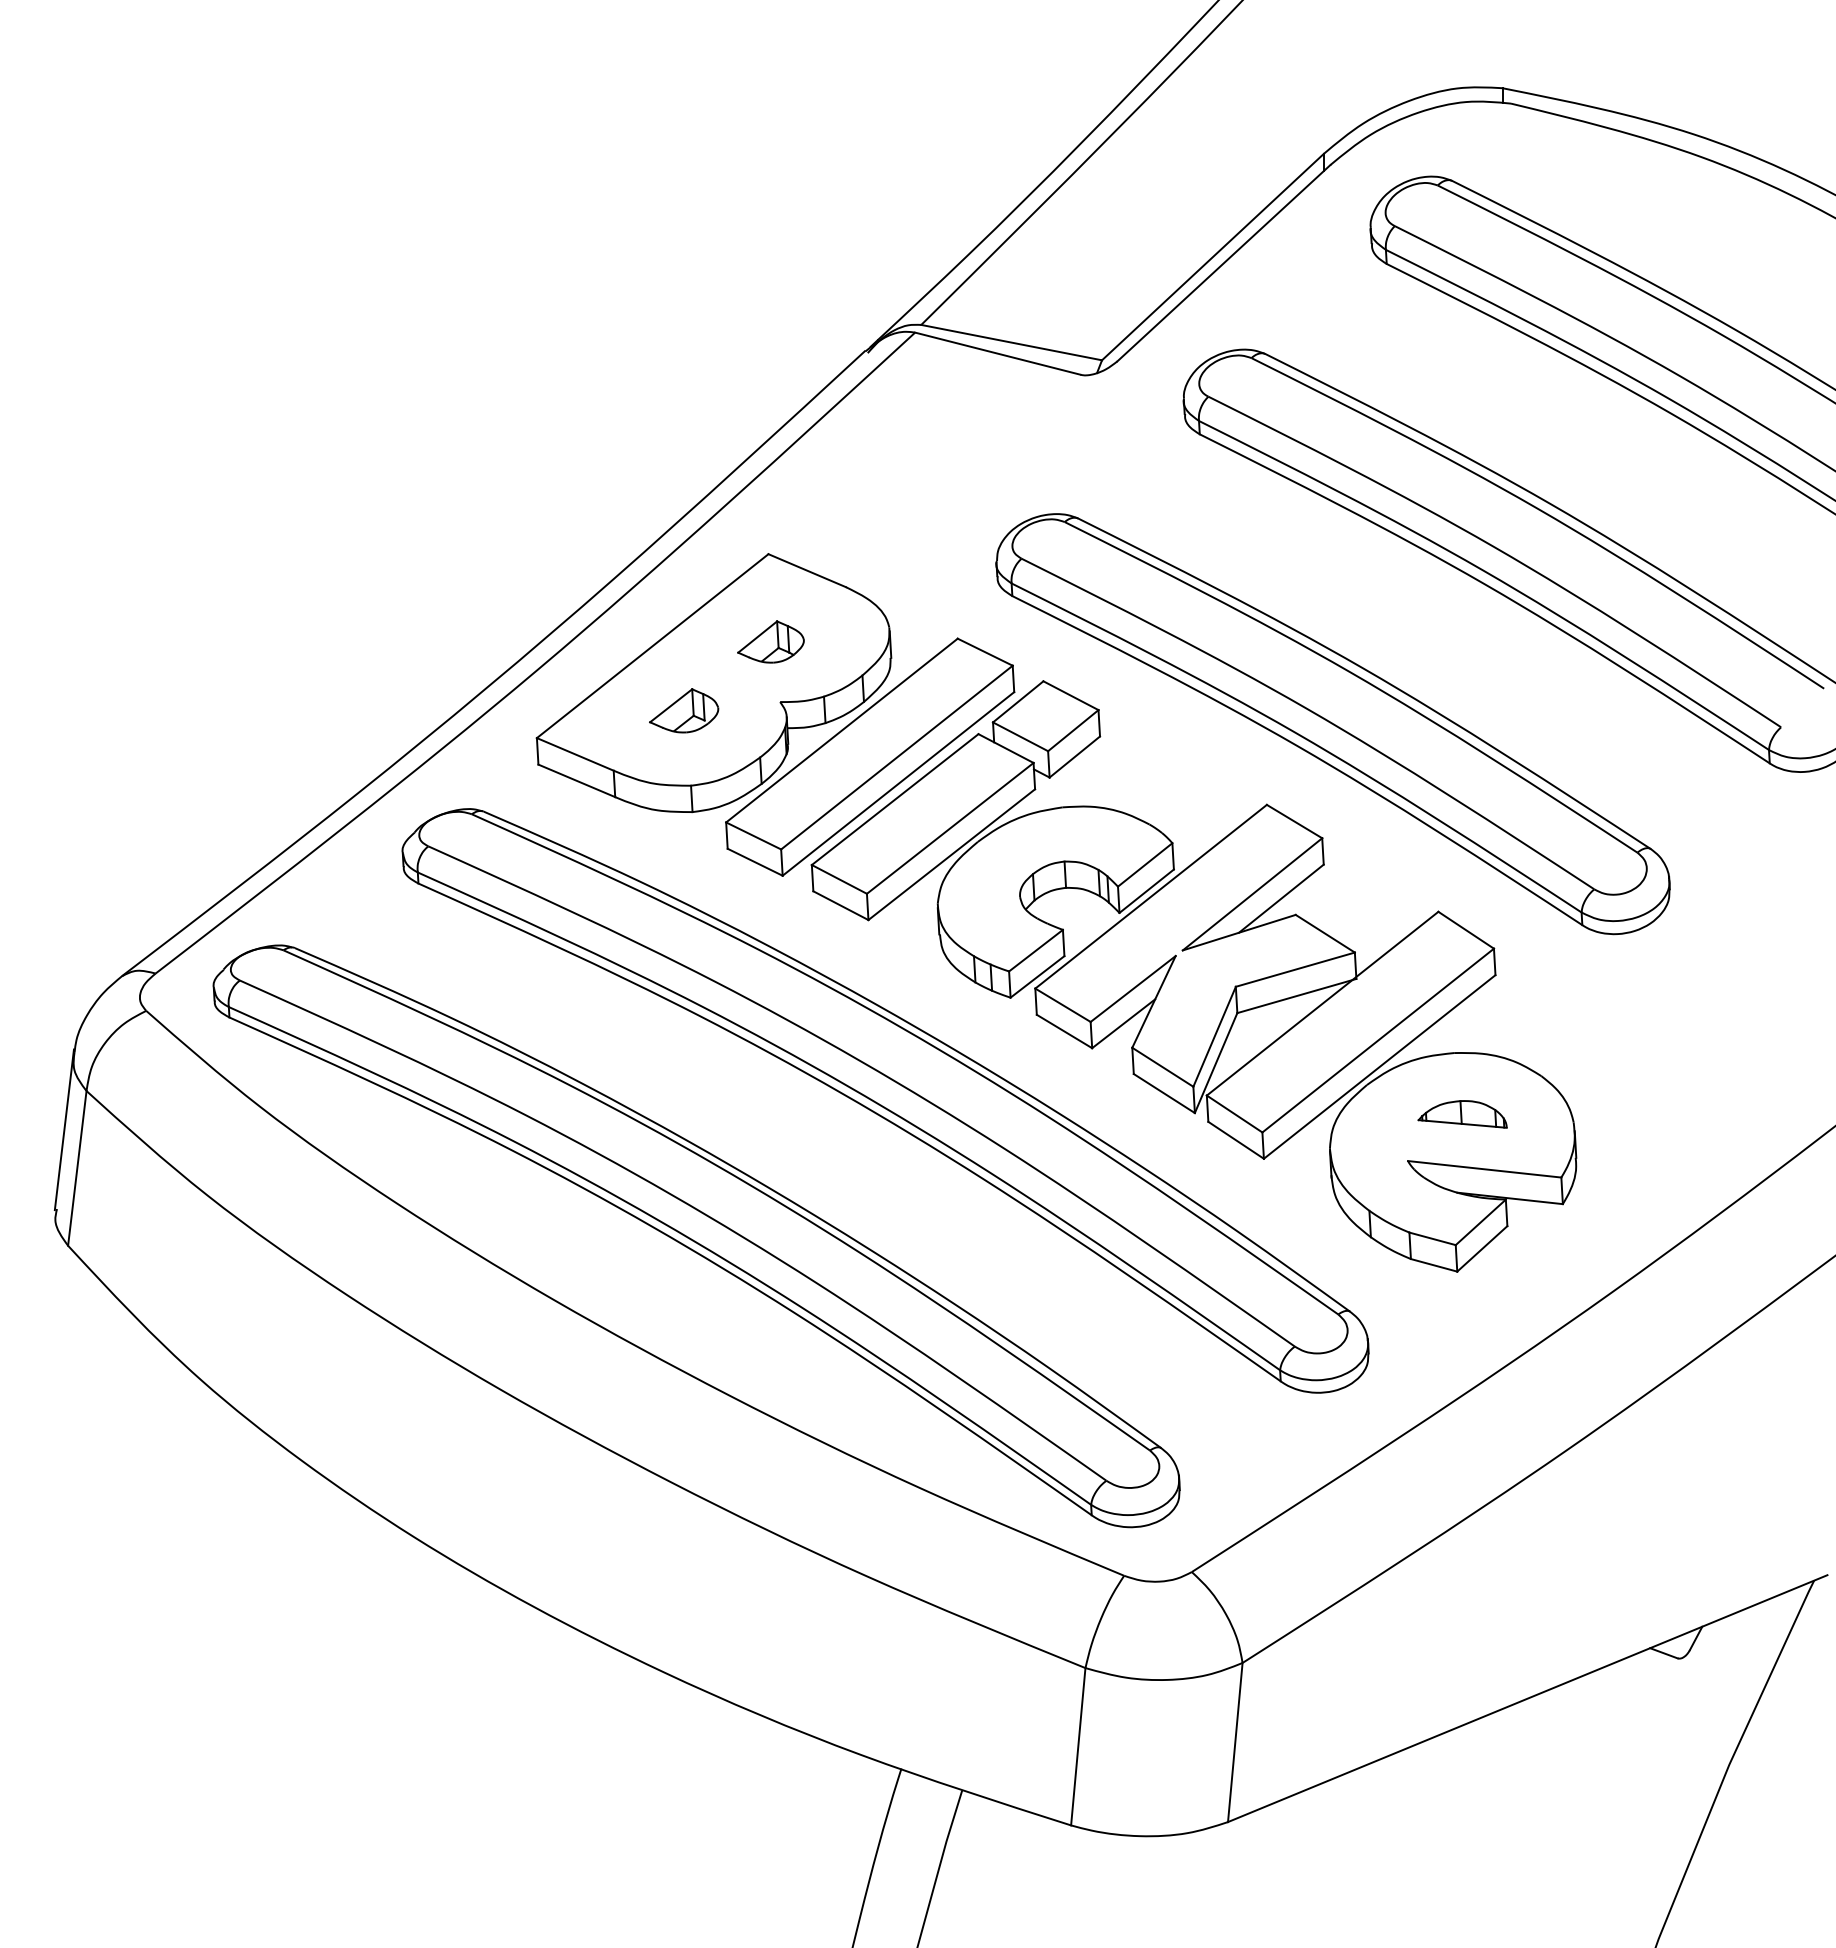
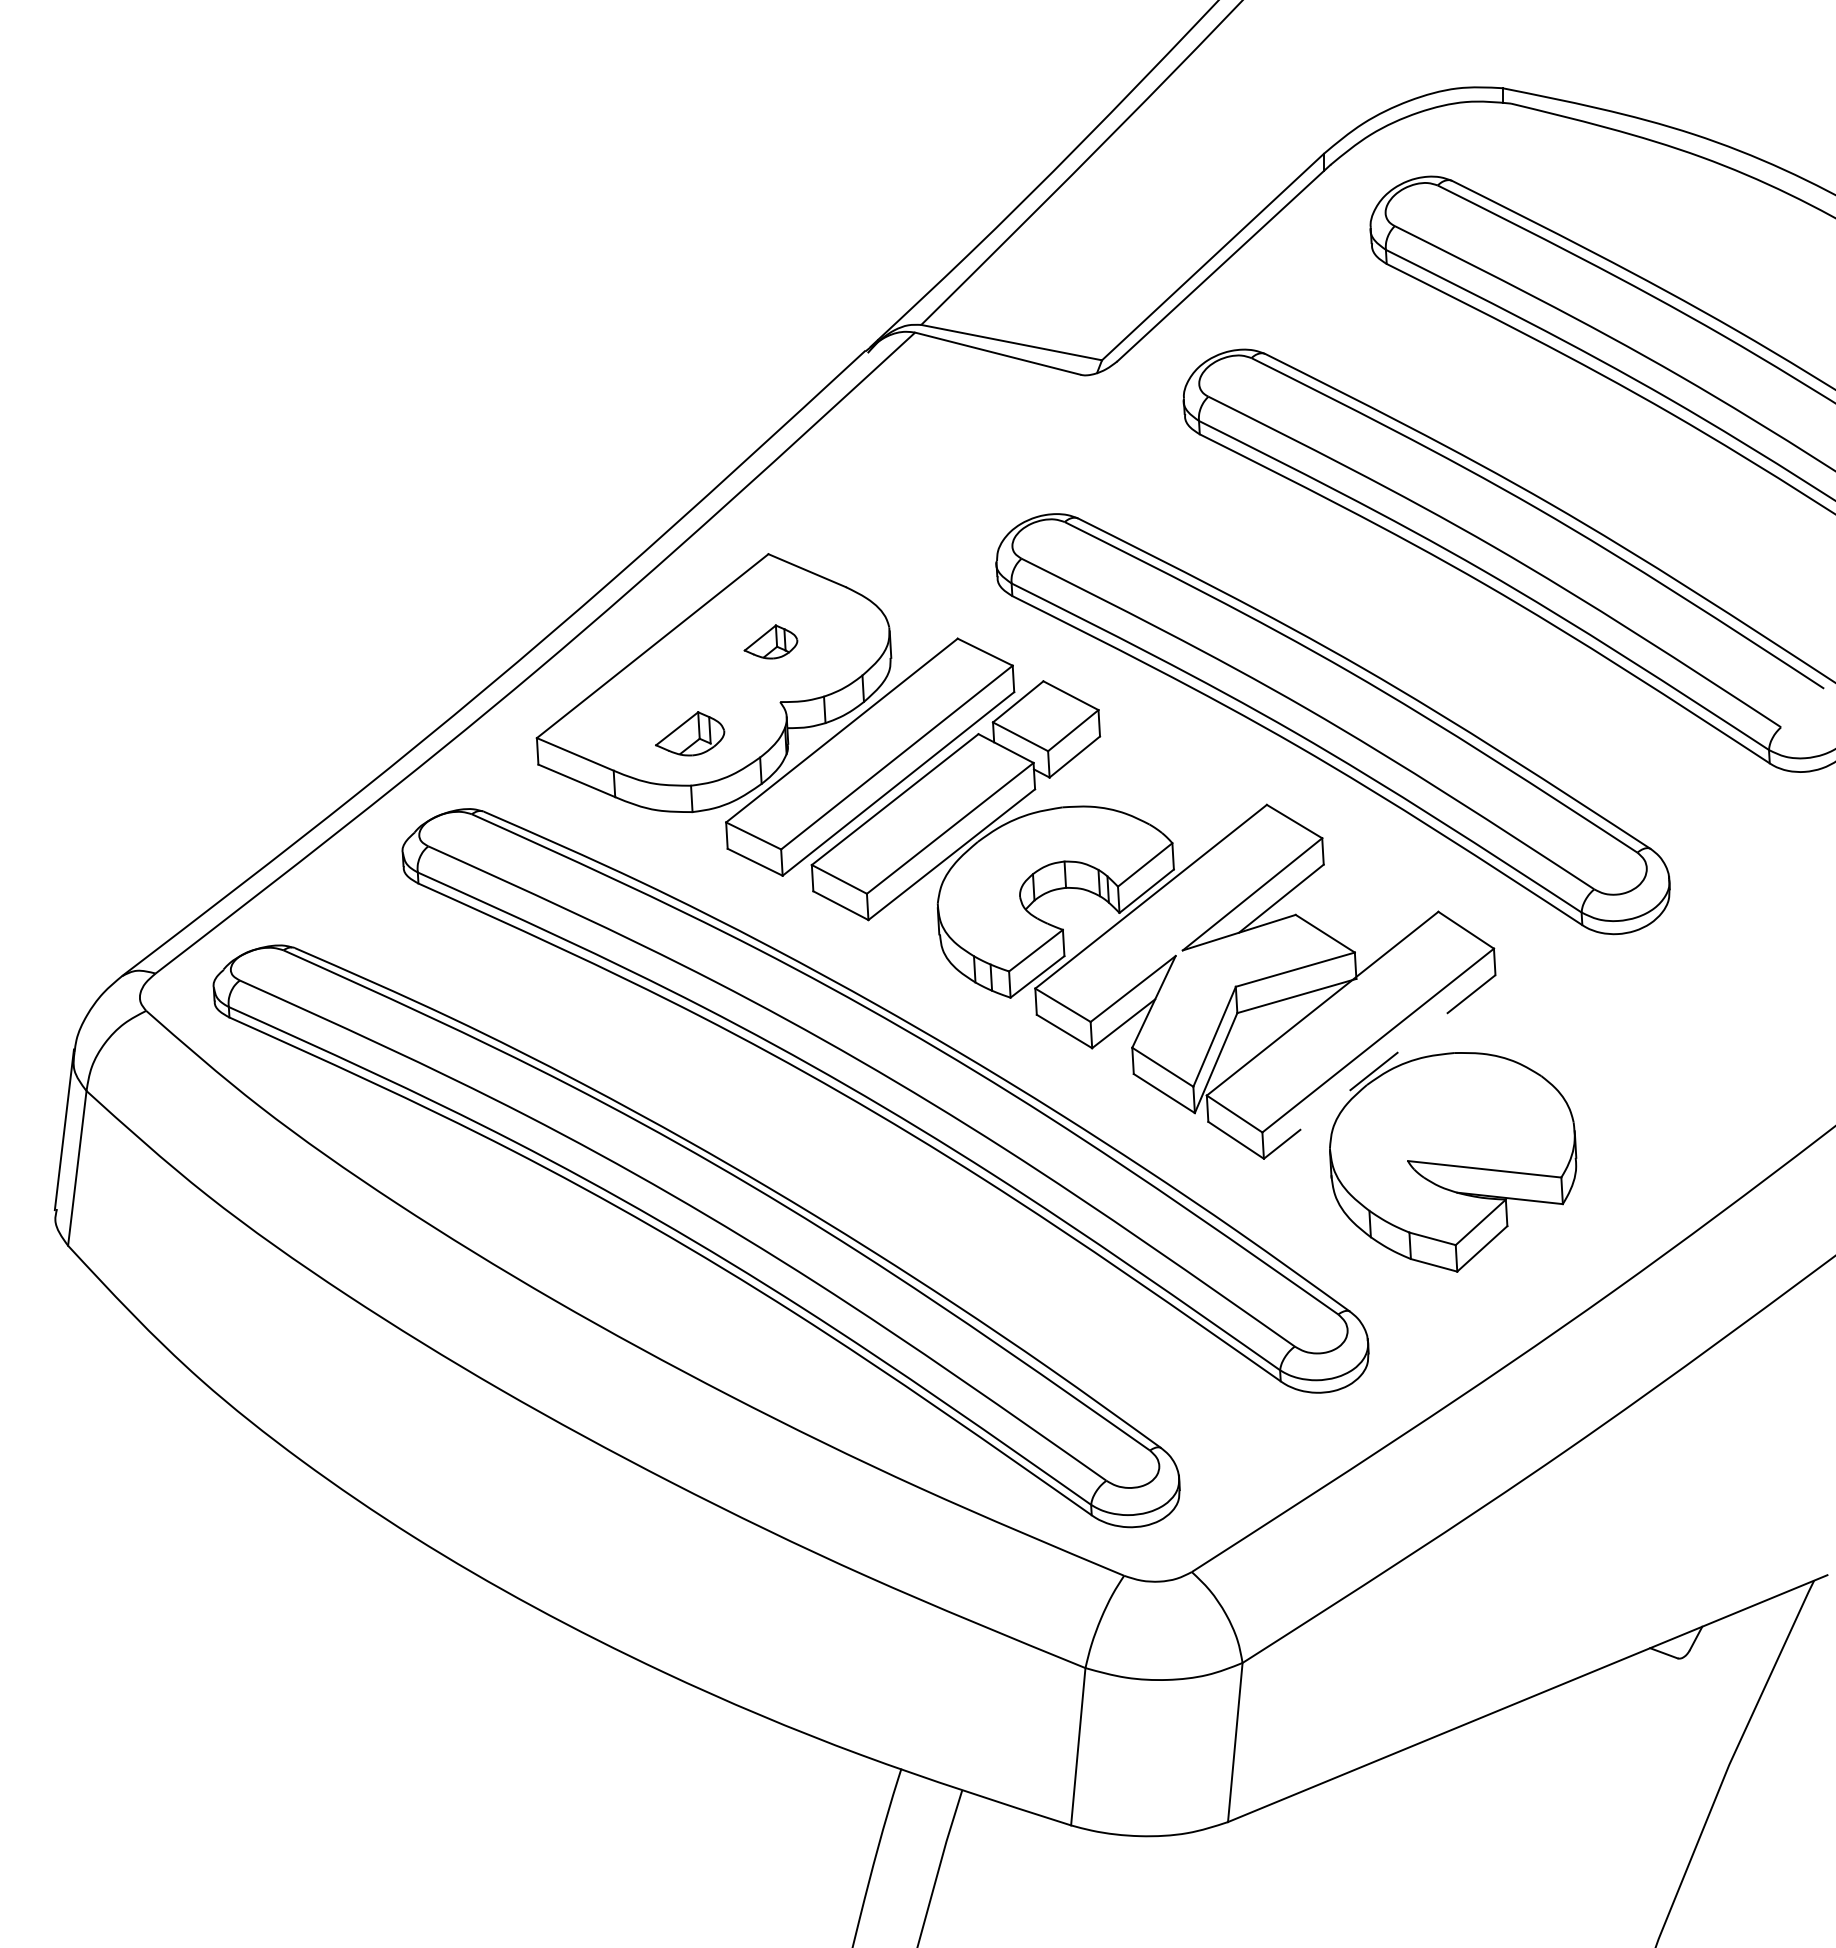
part at (770, 641) size: 68x44 px -> 56x36 px
part at (684, 710) position: (684, 710) -> (690, 733)
line at (1379, 1066): solid -> dashed
part at (1462, 1114): present -> none
